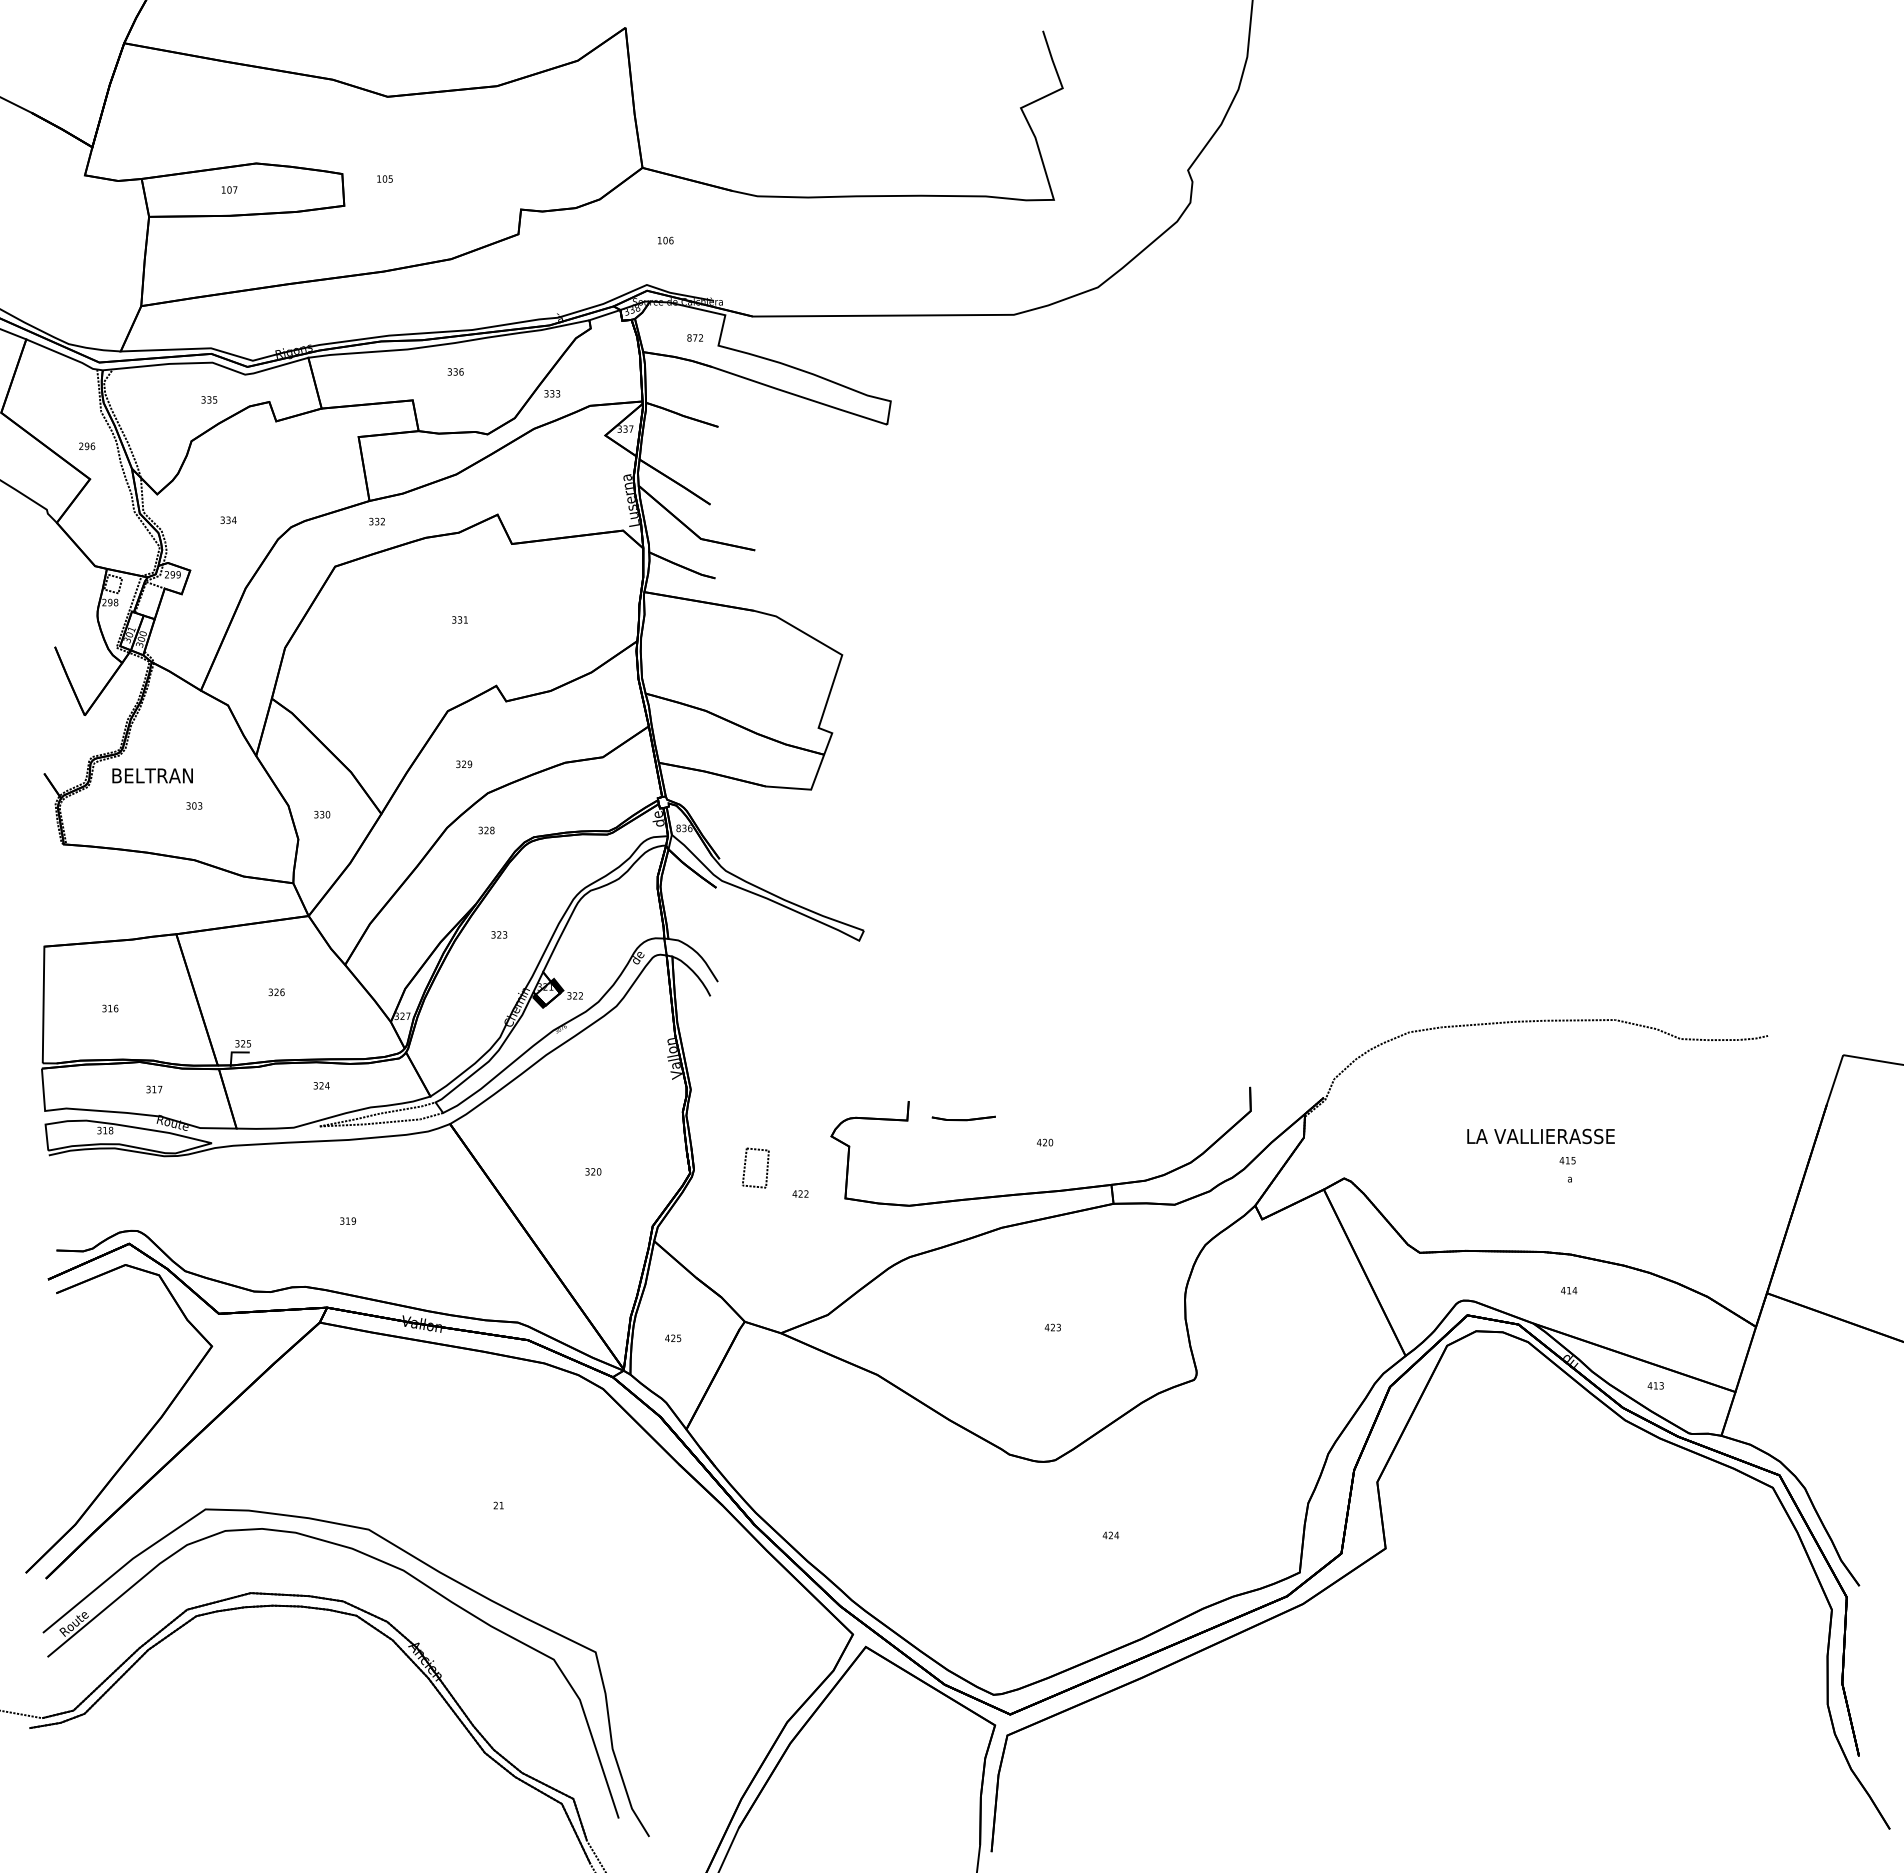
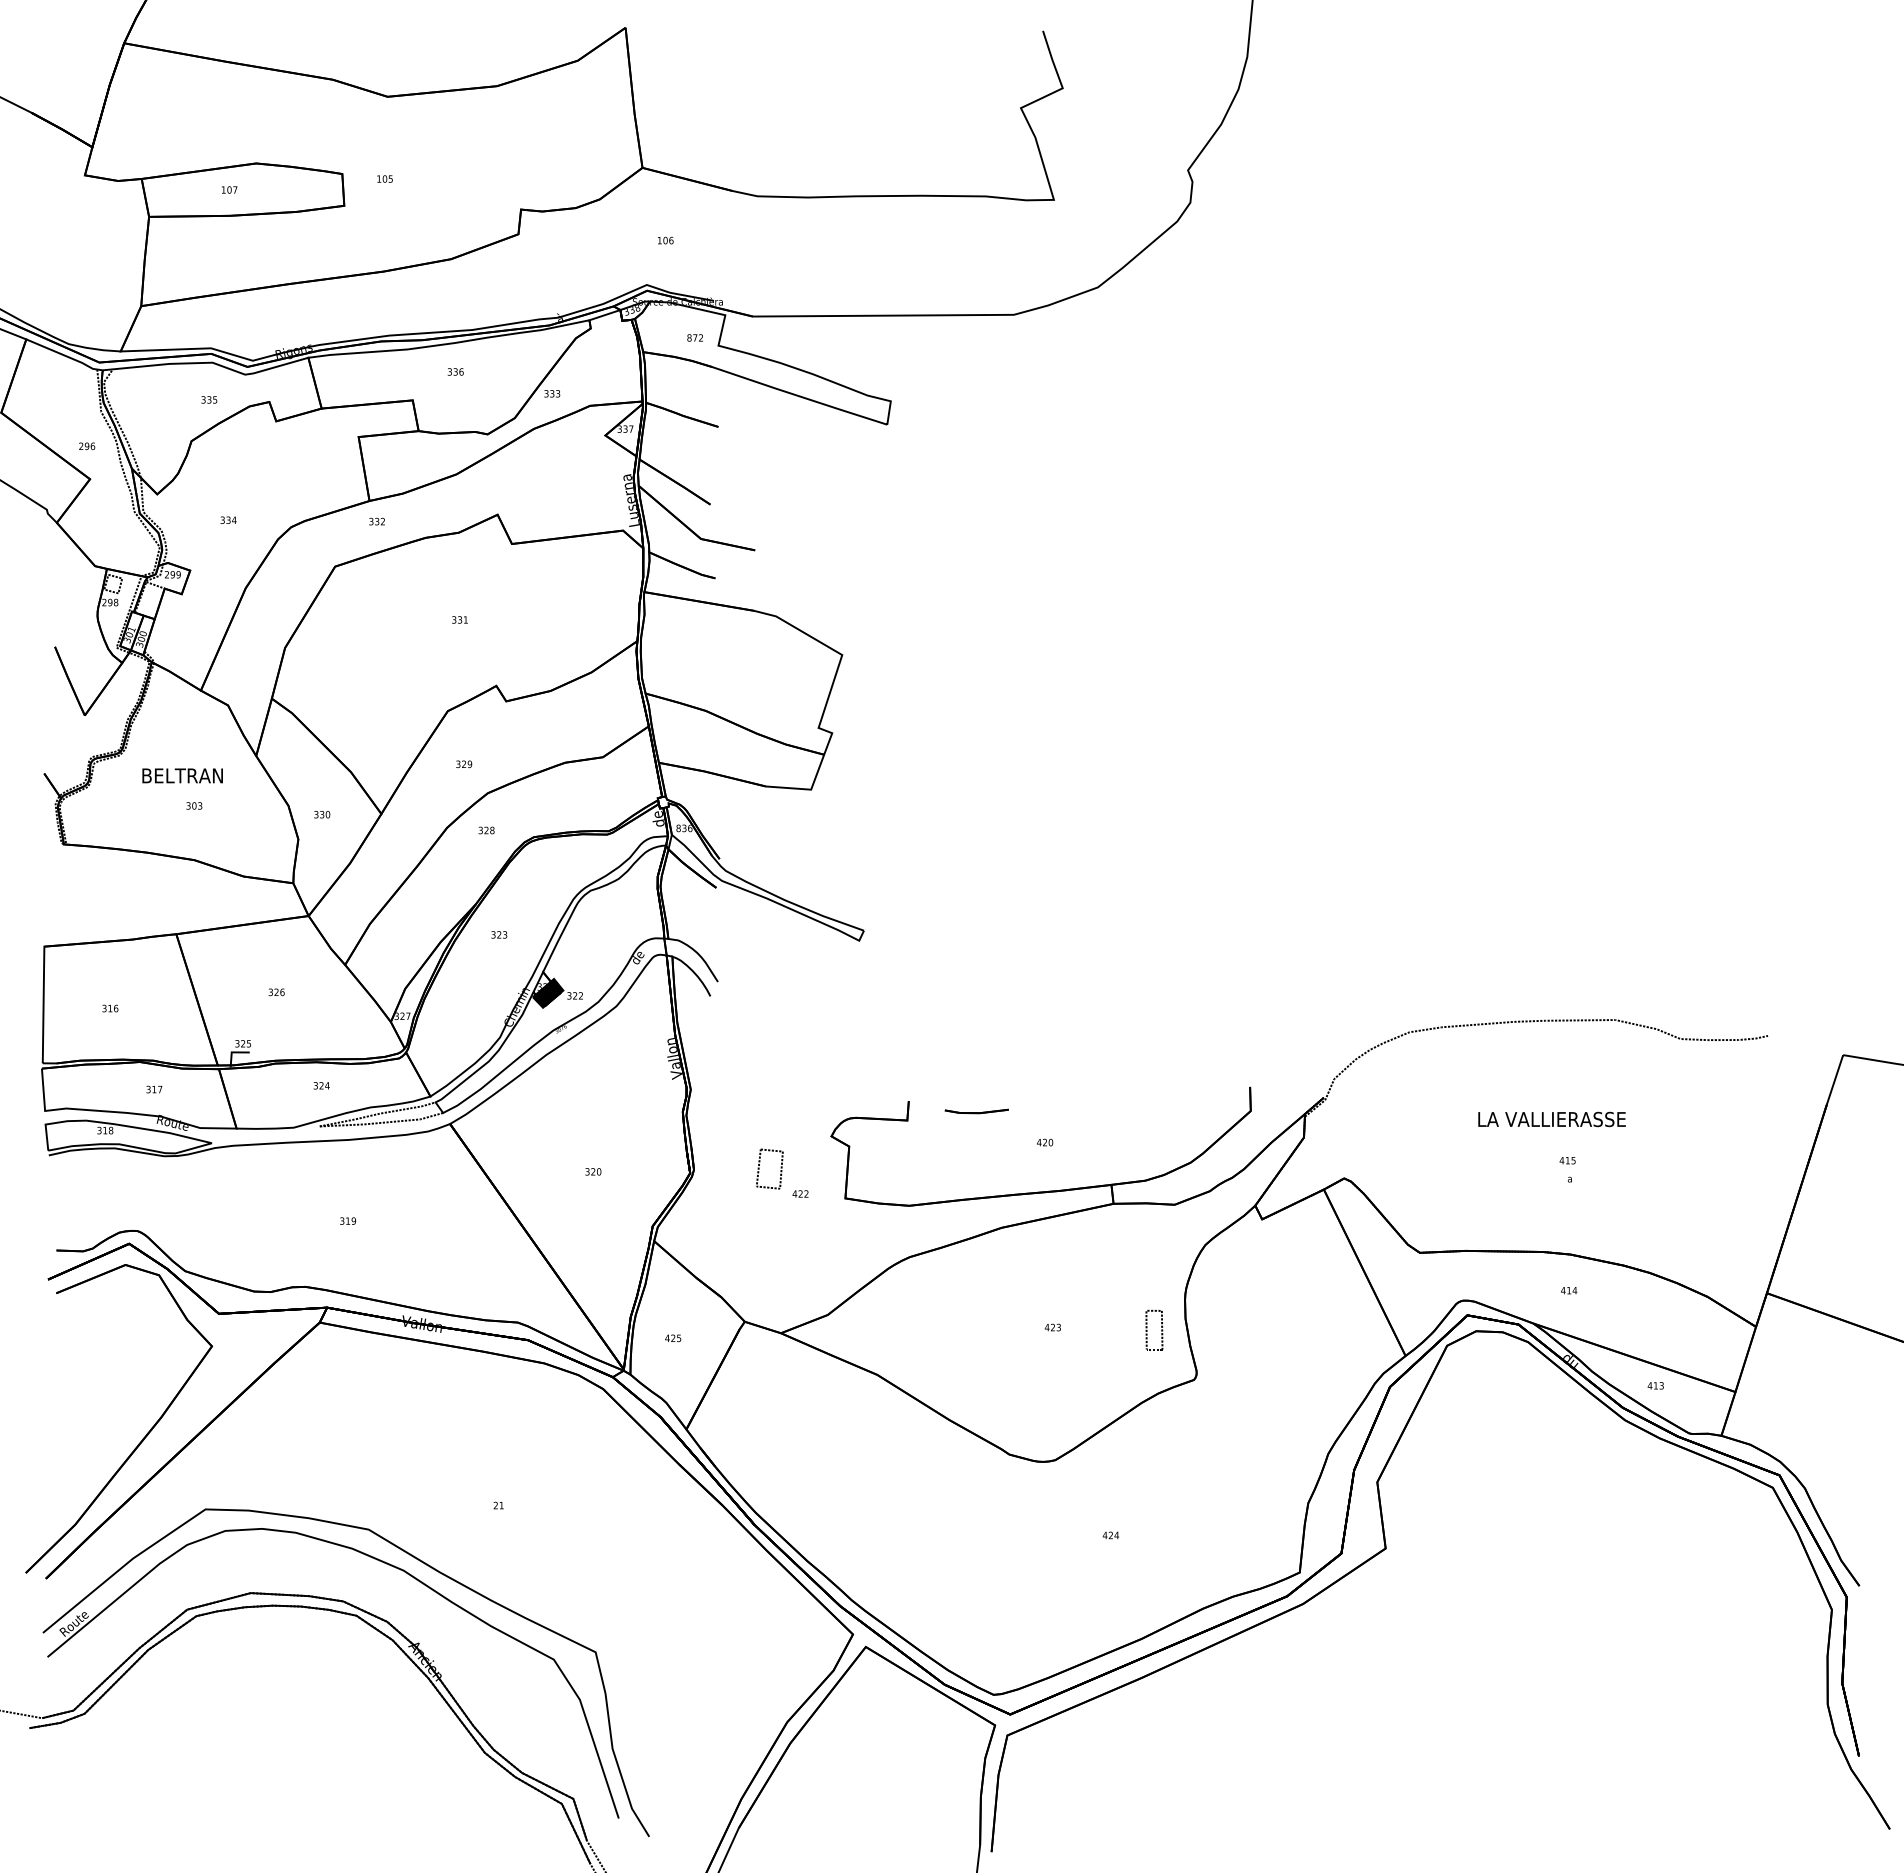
text at (152, 775) position: (152, 775) -> (182, 775)
fill at (547, 993): none -> present
part at (963, 1118) position: (963, 1118) -> (976, 1111)
text at (1540, 1136) position: (1540, 1136) -> (1551, 1119)
part at (745, 1167) position: (745, 1167) -> (759, 1168)
part at (1161, 1329): none -> present
